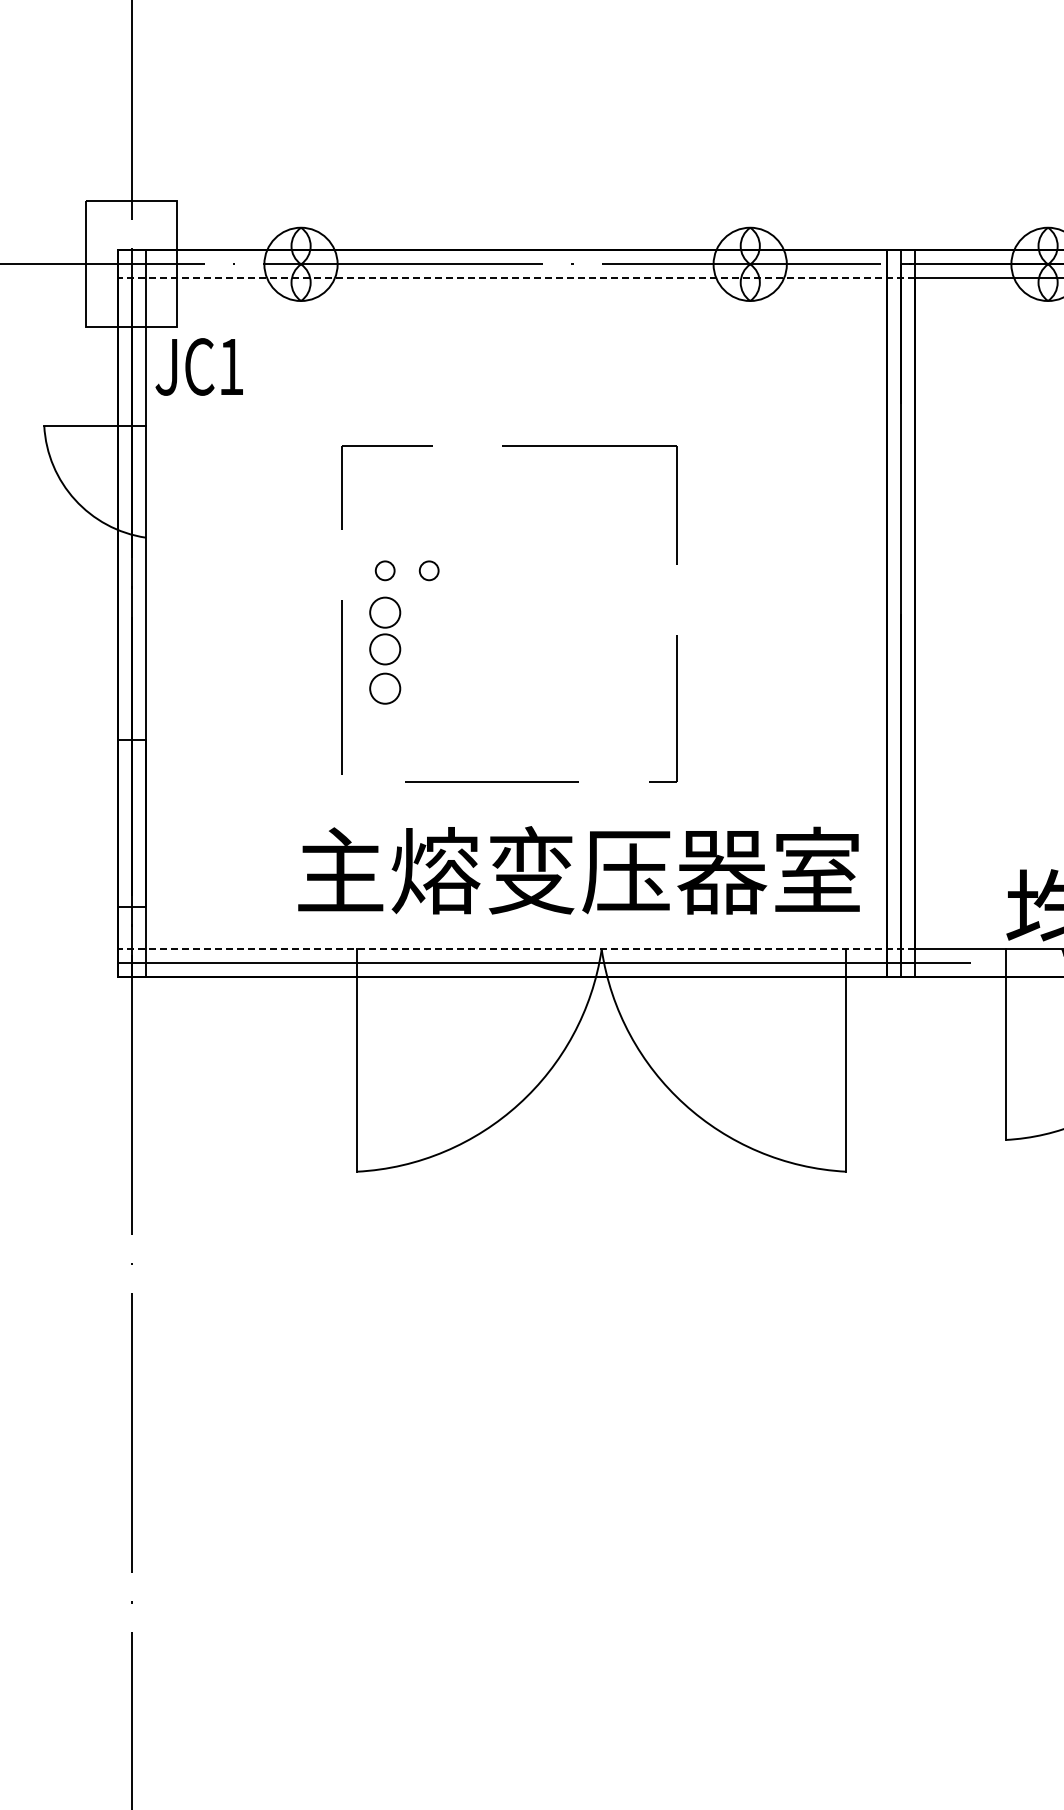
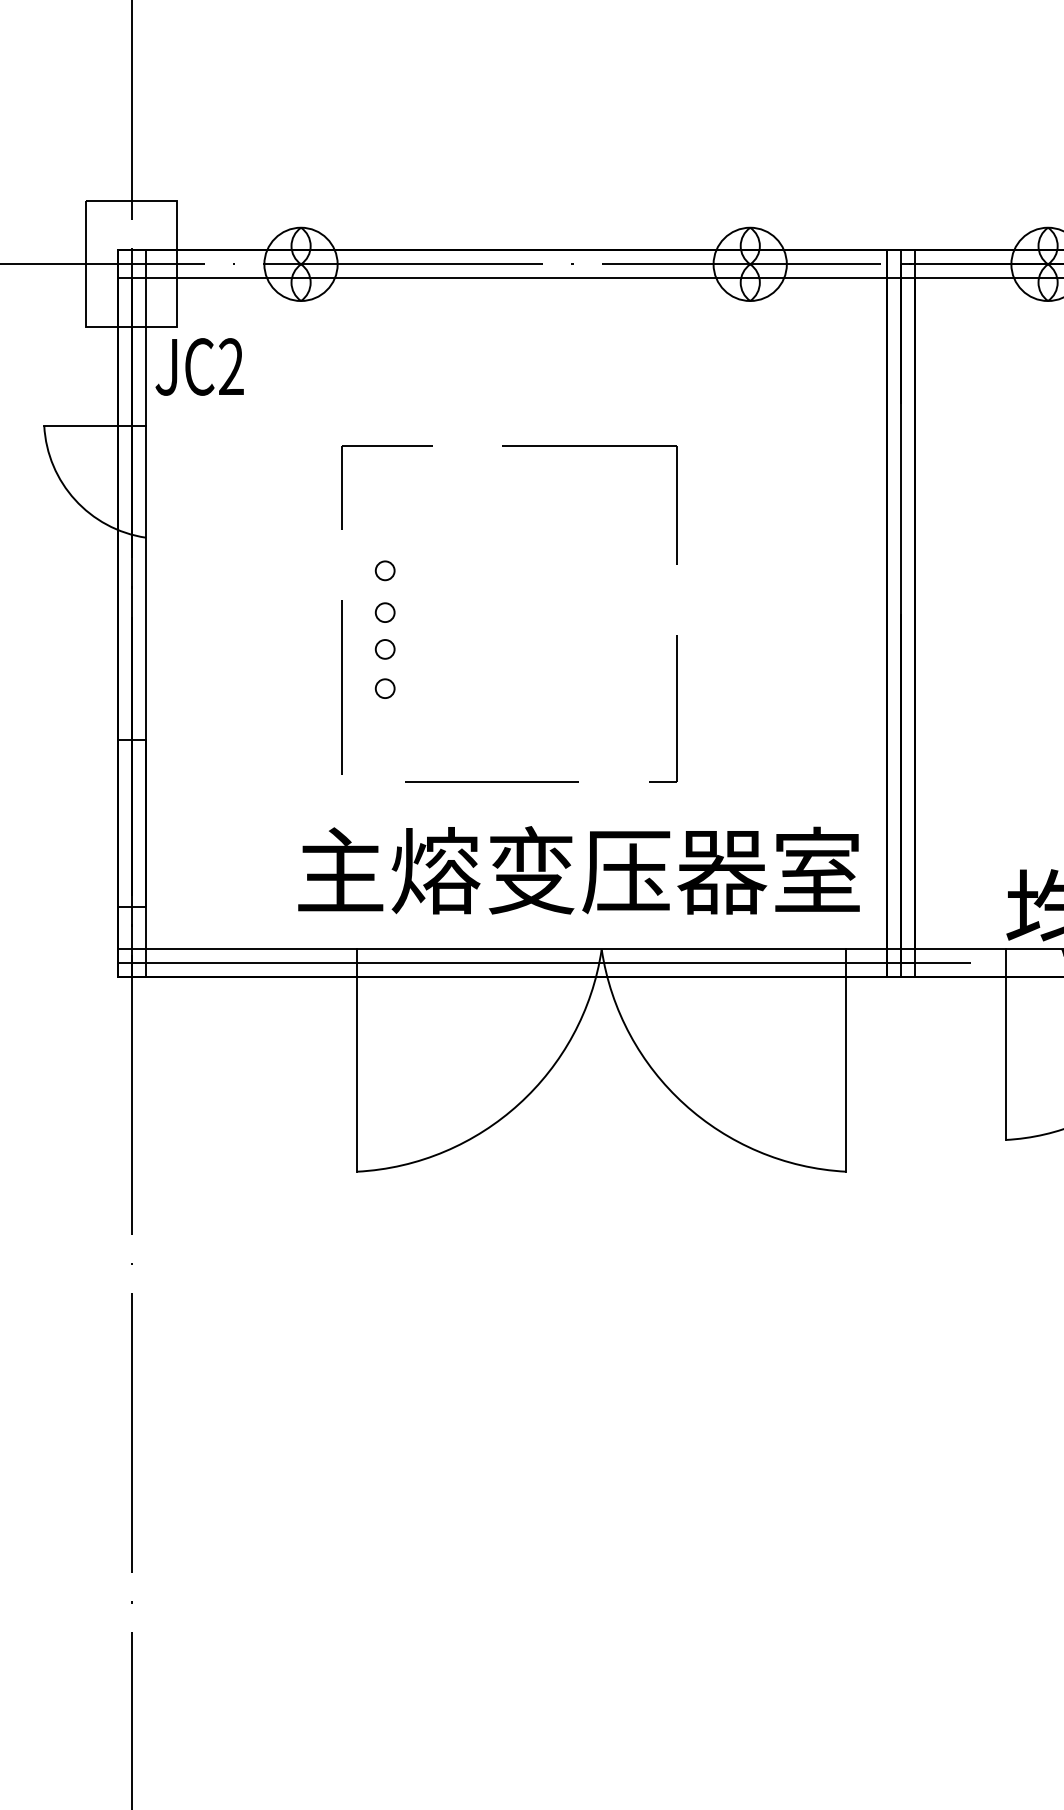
line at (515, 278): dashed -> solid
text at (231, 366): JC1 -> JC2
circle at (428, 570): present -> none
circle at (385, 612) diameter: 30 px -> 19 px
circle at (385, 649) diameter: 30 px -> 19 px
circle at (385, 688) diameter: 30 px -> 19 px
line at (515, 949): dashed -> solid
